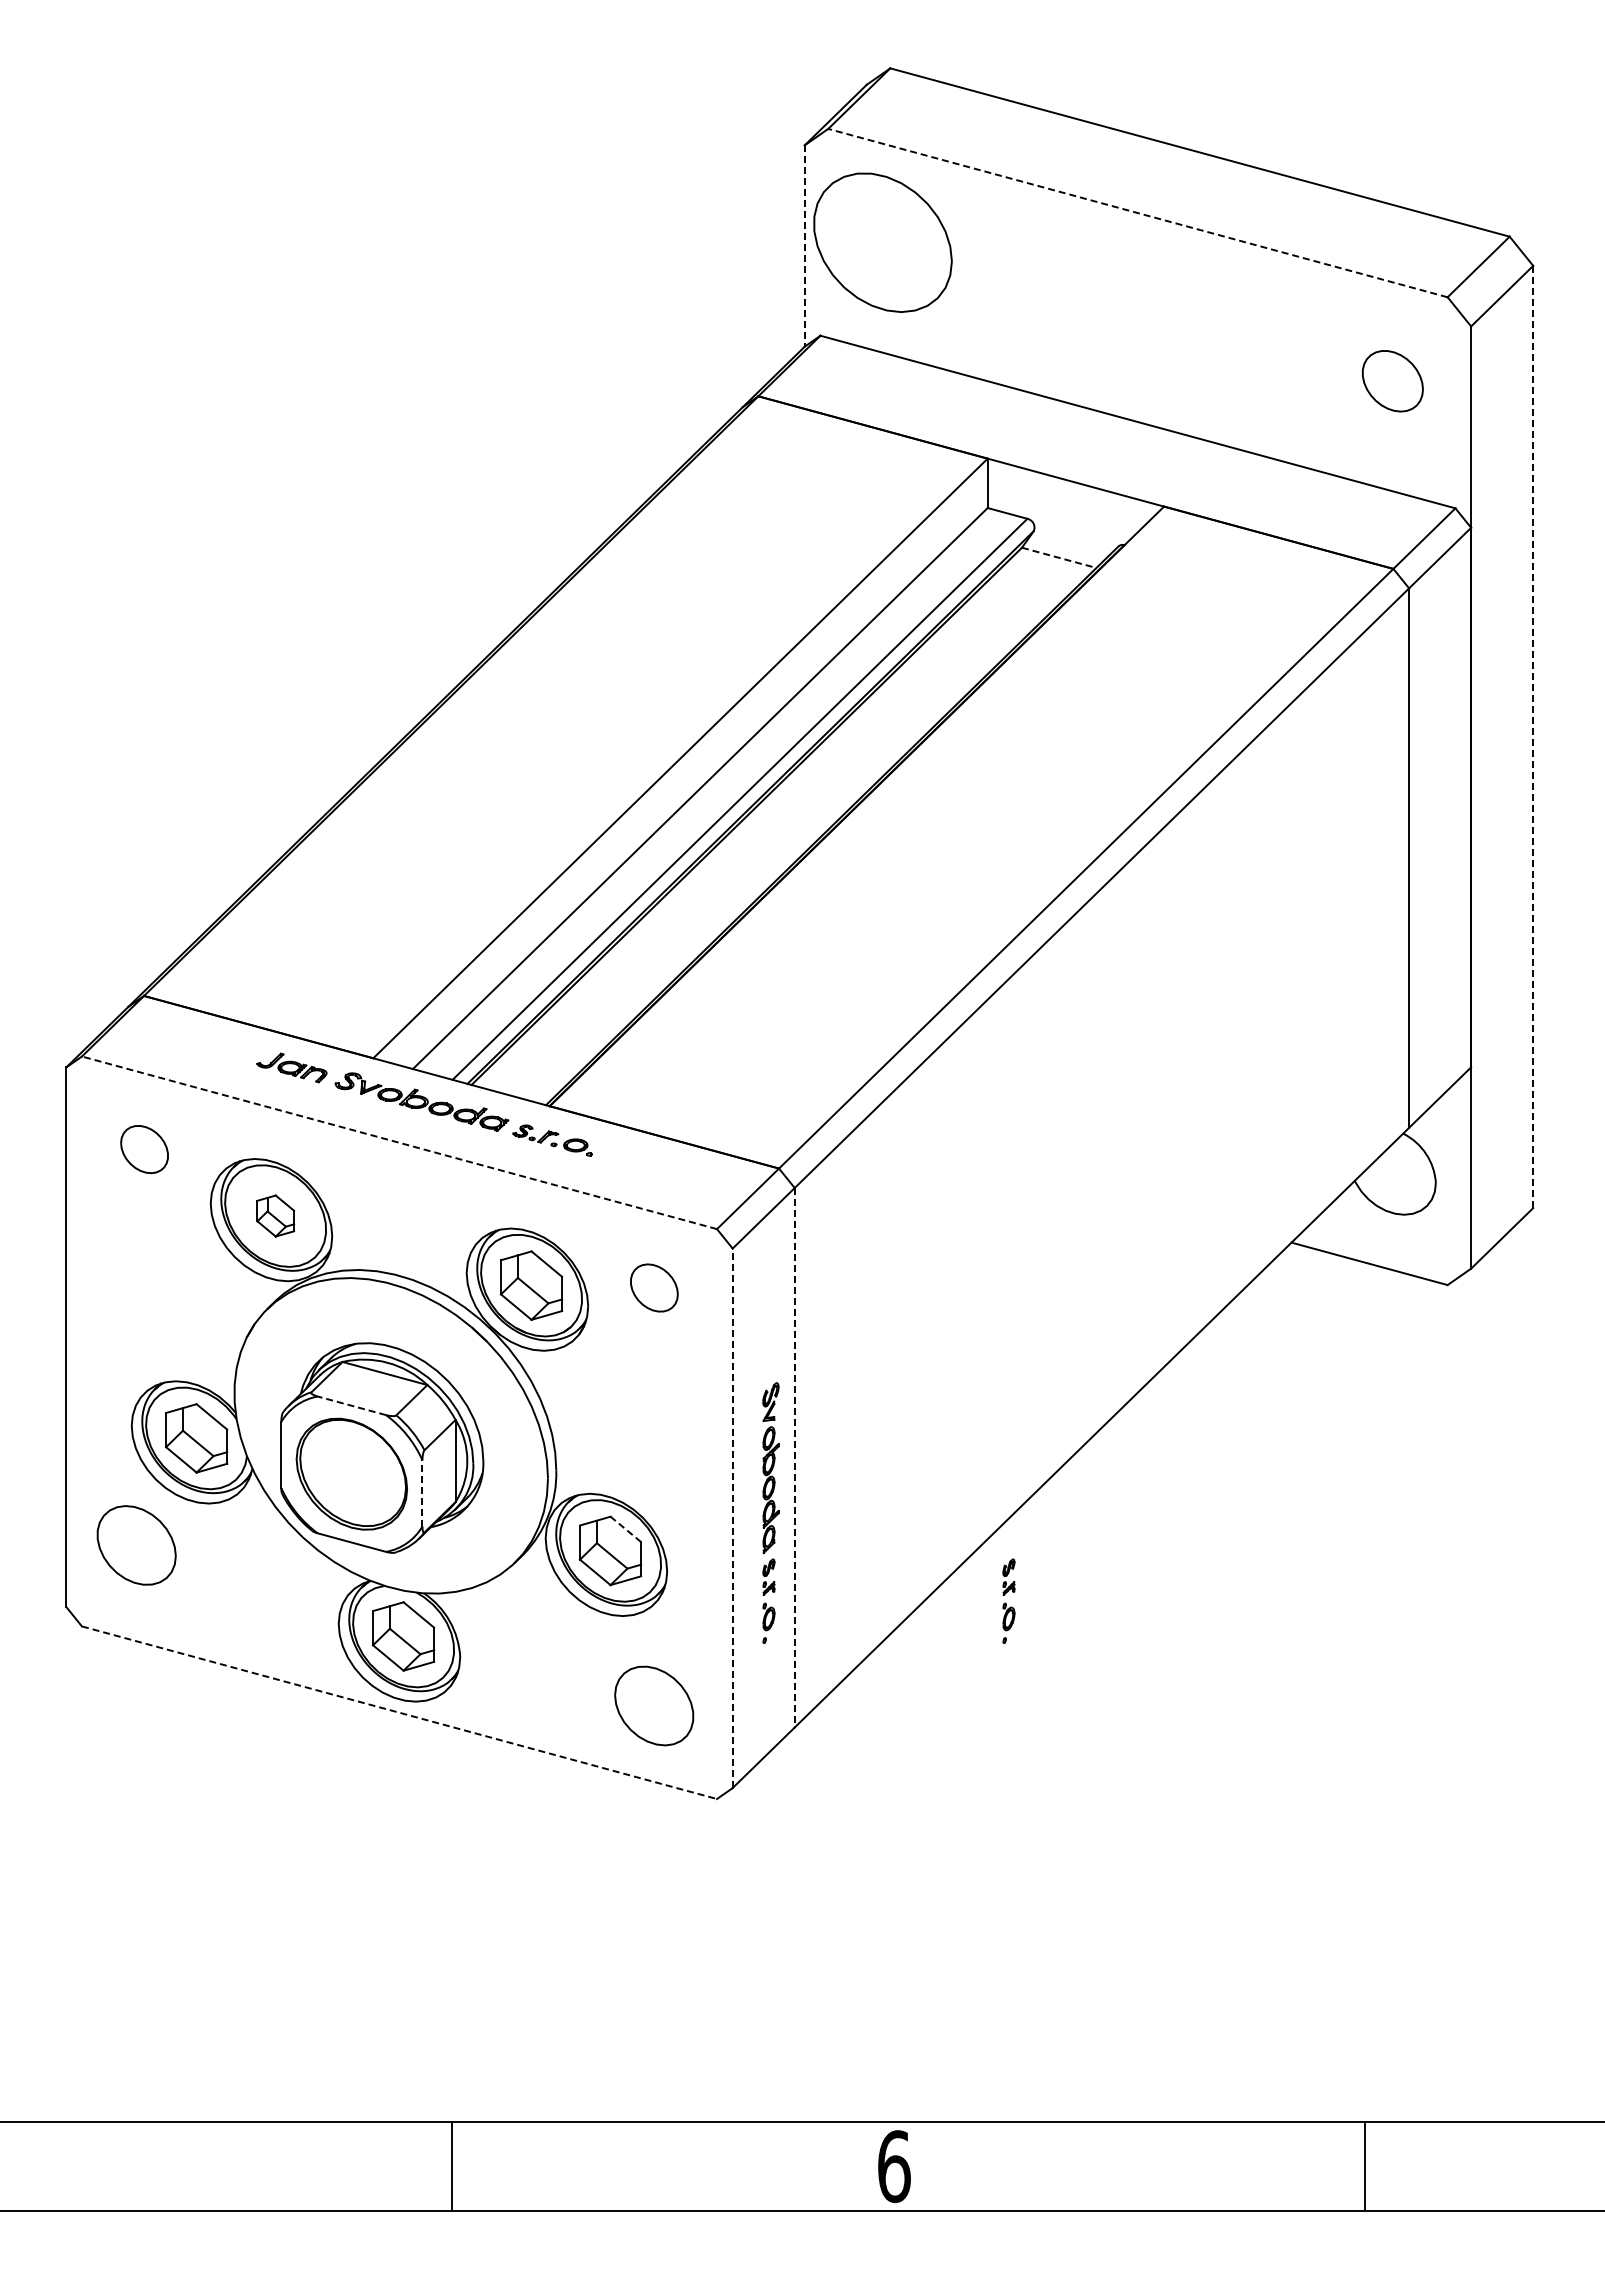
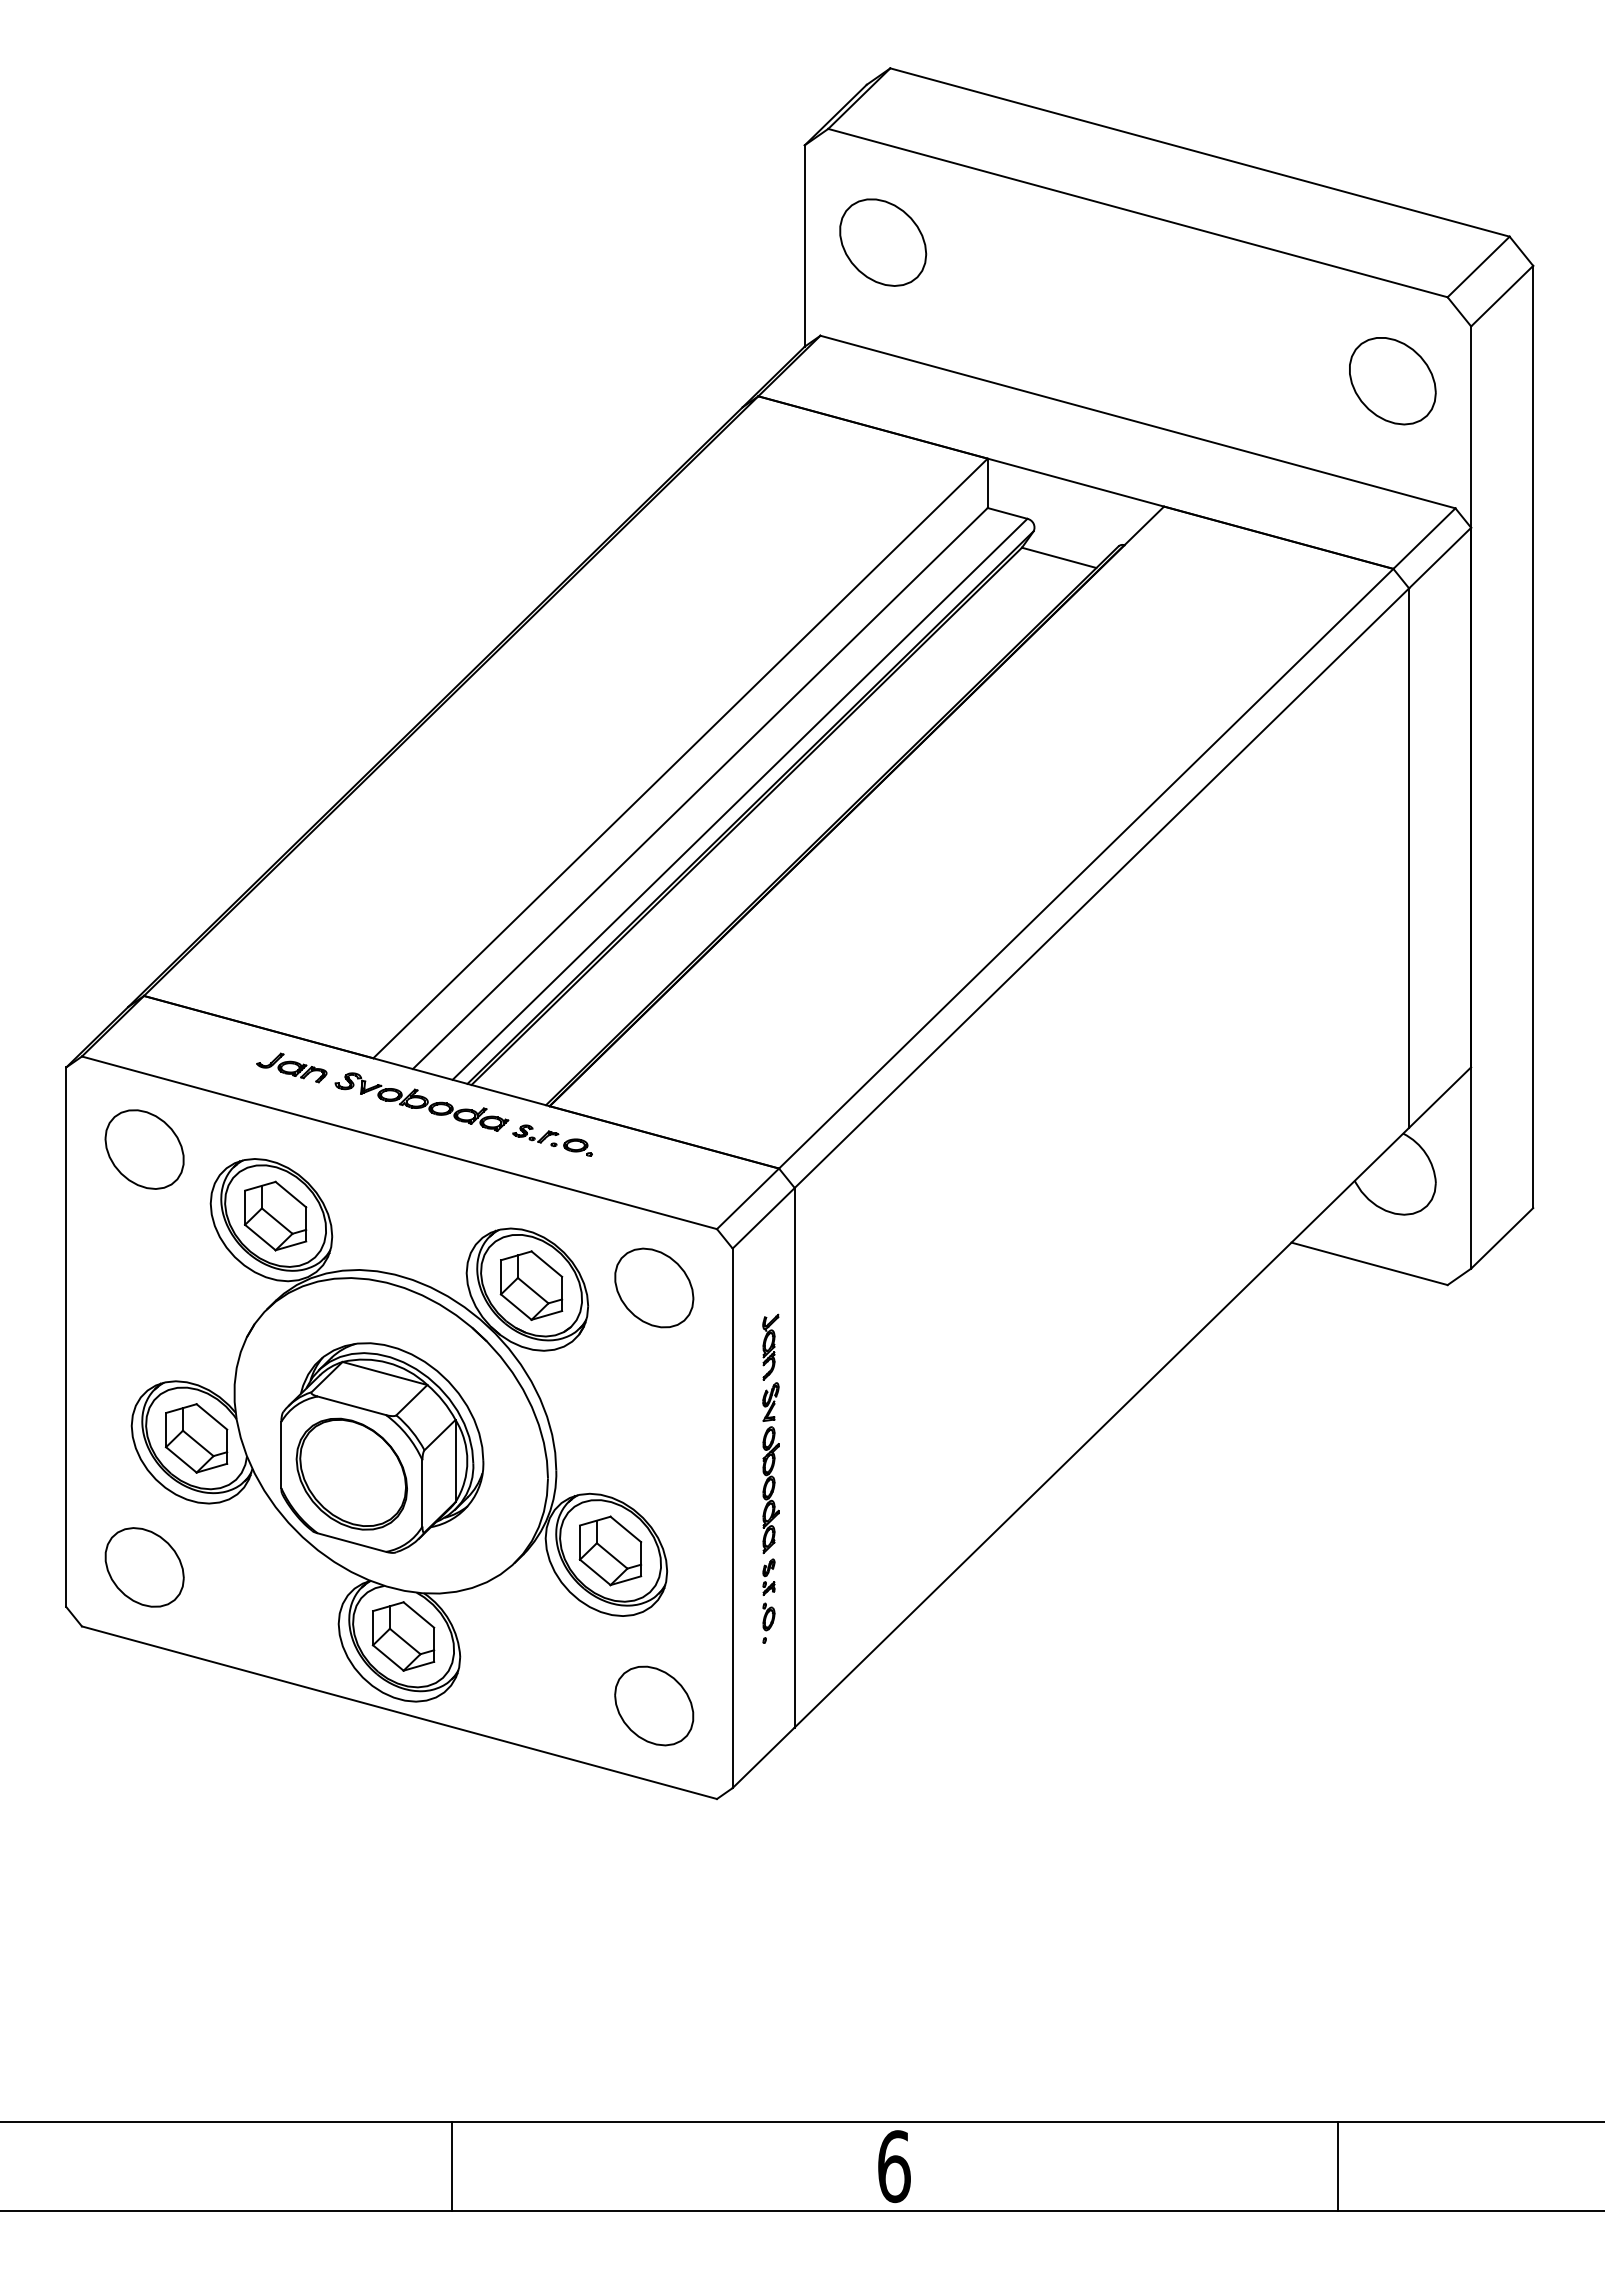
line at (1137, 213): dashed -> solid
part at (882, 242) size: 140x141 px -> 89x89 px
line at (804, 246): dashed -> solid
part at (1392, 381) size: 63x63 px -> 88x89 px
line at (1059, 557): dashed -> solid
line at (1533, 736): dashed -> solid
line at (399, 1142): dashed -> solid
part at (144, 1149) size: 49x50 px -> 81x81 px
part at (275, 1215) size: 40x44 px -> 64x72 px
part at (654, 1287) size: 49x50 px -> 81x82 px
part at (770, 1346): none -> present
line at (351, 1405): dashed -> solid
line at (794, 1457): dashed -> solid
line at (422, 1492): dashed -> solid
line at (732, 1518): dashed -> solid
line at (625, 1529): dashed -> solid
part at (136, 1545) position: (136, 1545) -> (144, 1567)
part at (1008, 1600): present -> none
line at (399, 1712): dashed -> solid
line at (1365, 2165) position: (1365, 2165) -> (1338, 2165)
